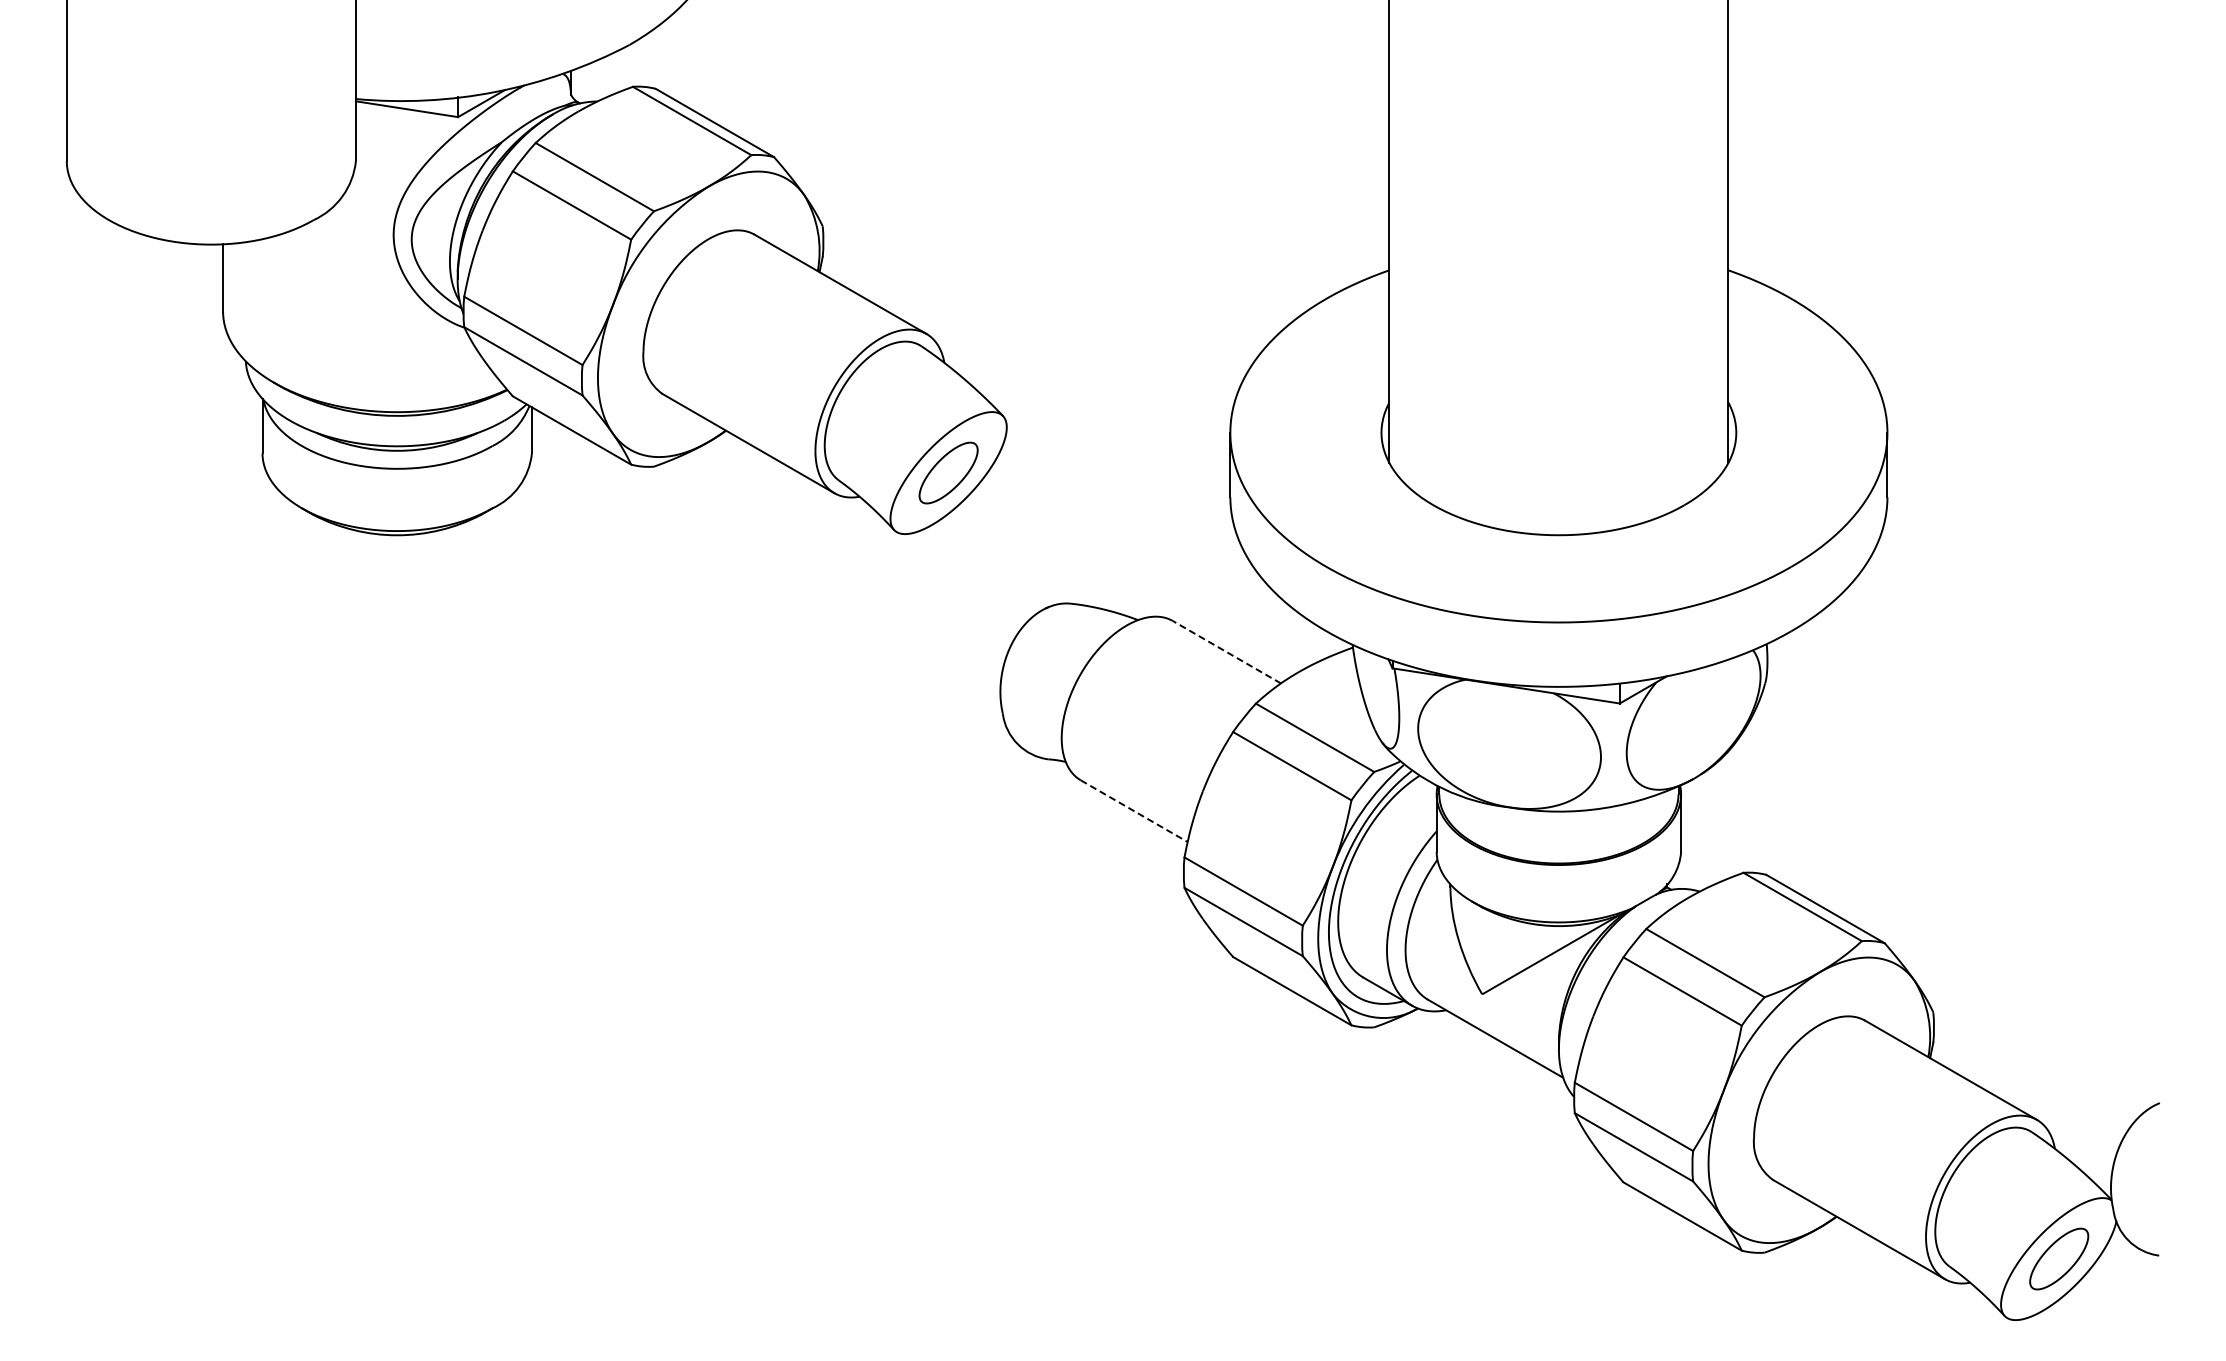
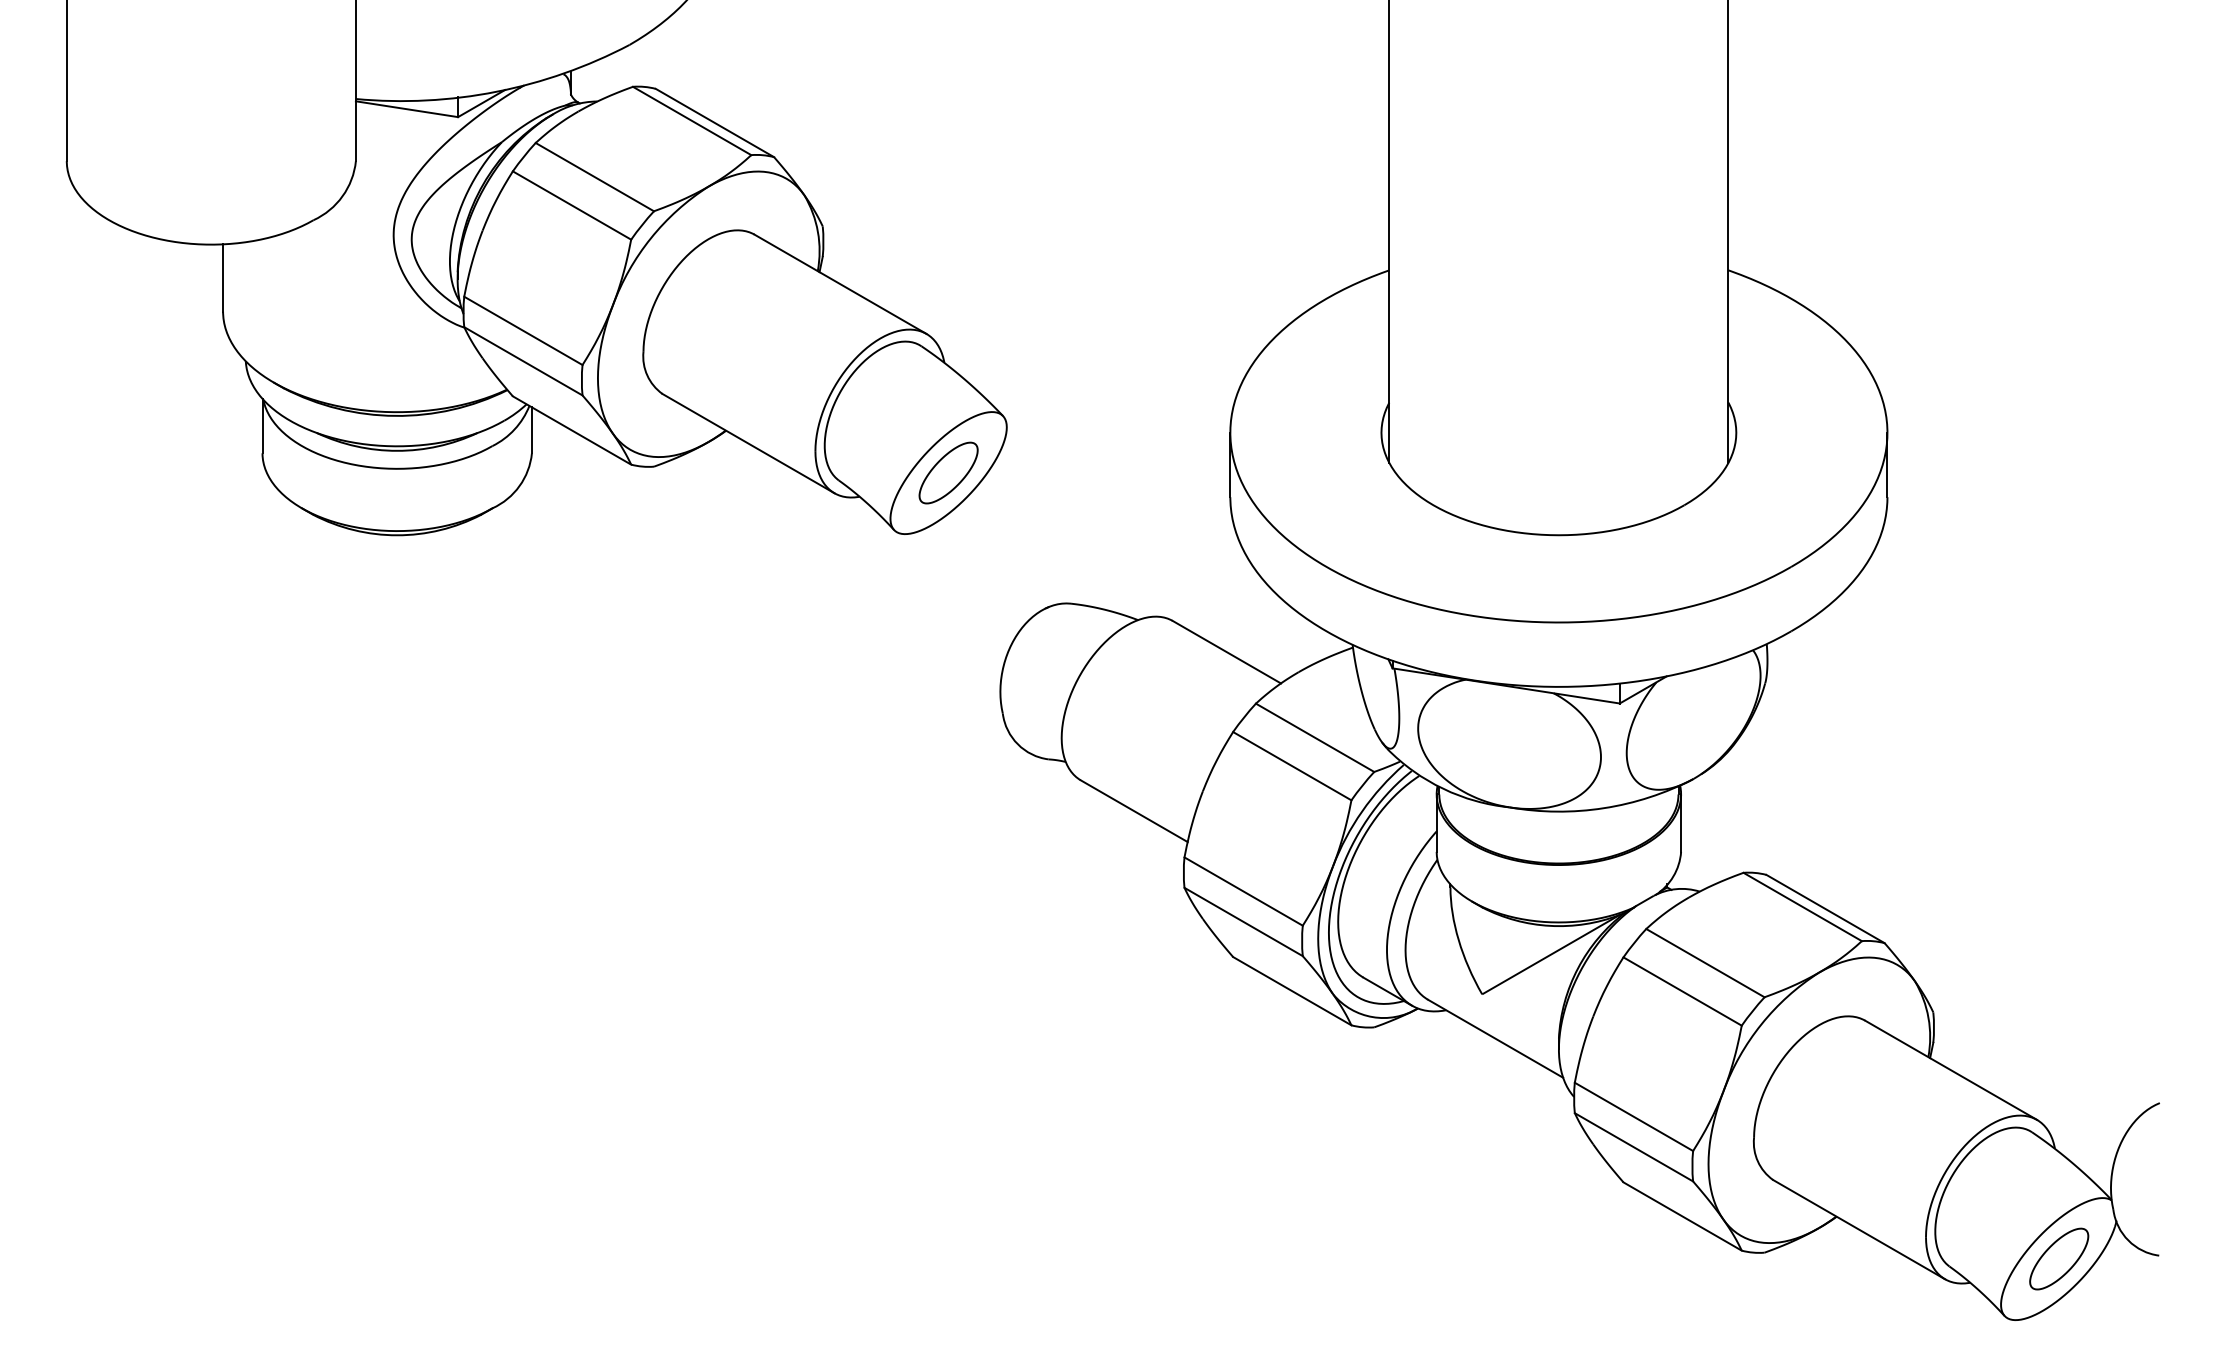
line at (1226, 652): dashed -> solid
line at (1134, 811): dashed -> solid
